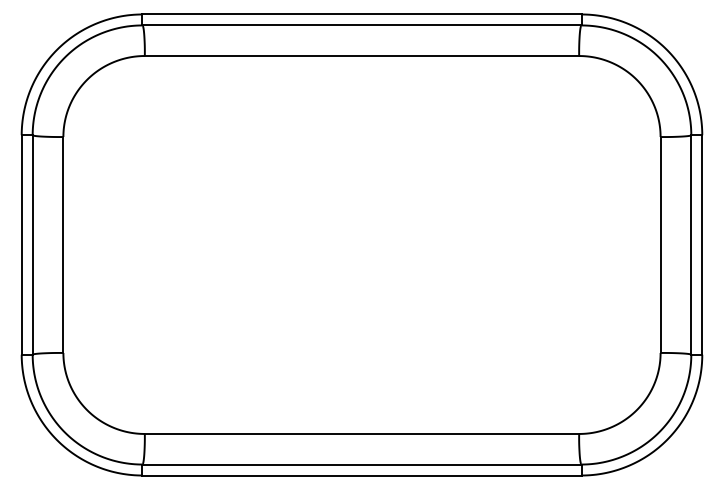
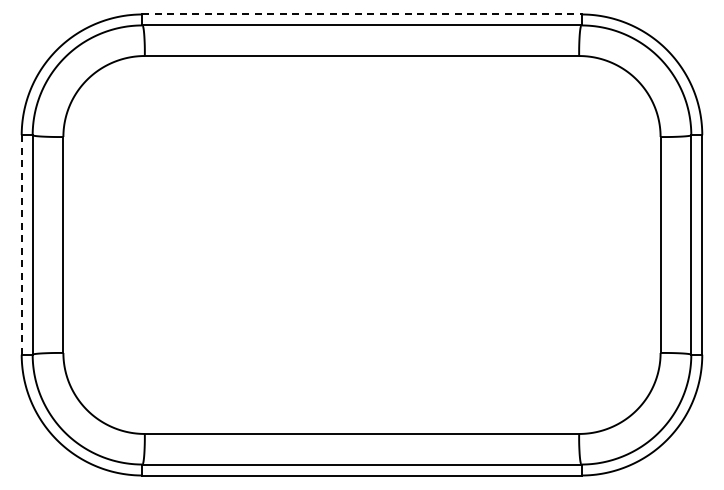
line at (361, 14): solid -> dashed
line at (21, 245): solid -> dashed
